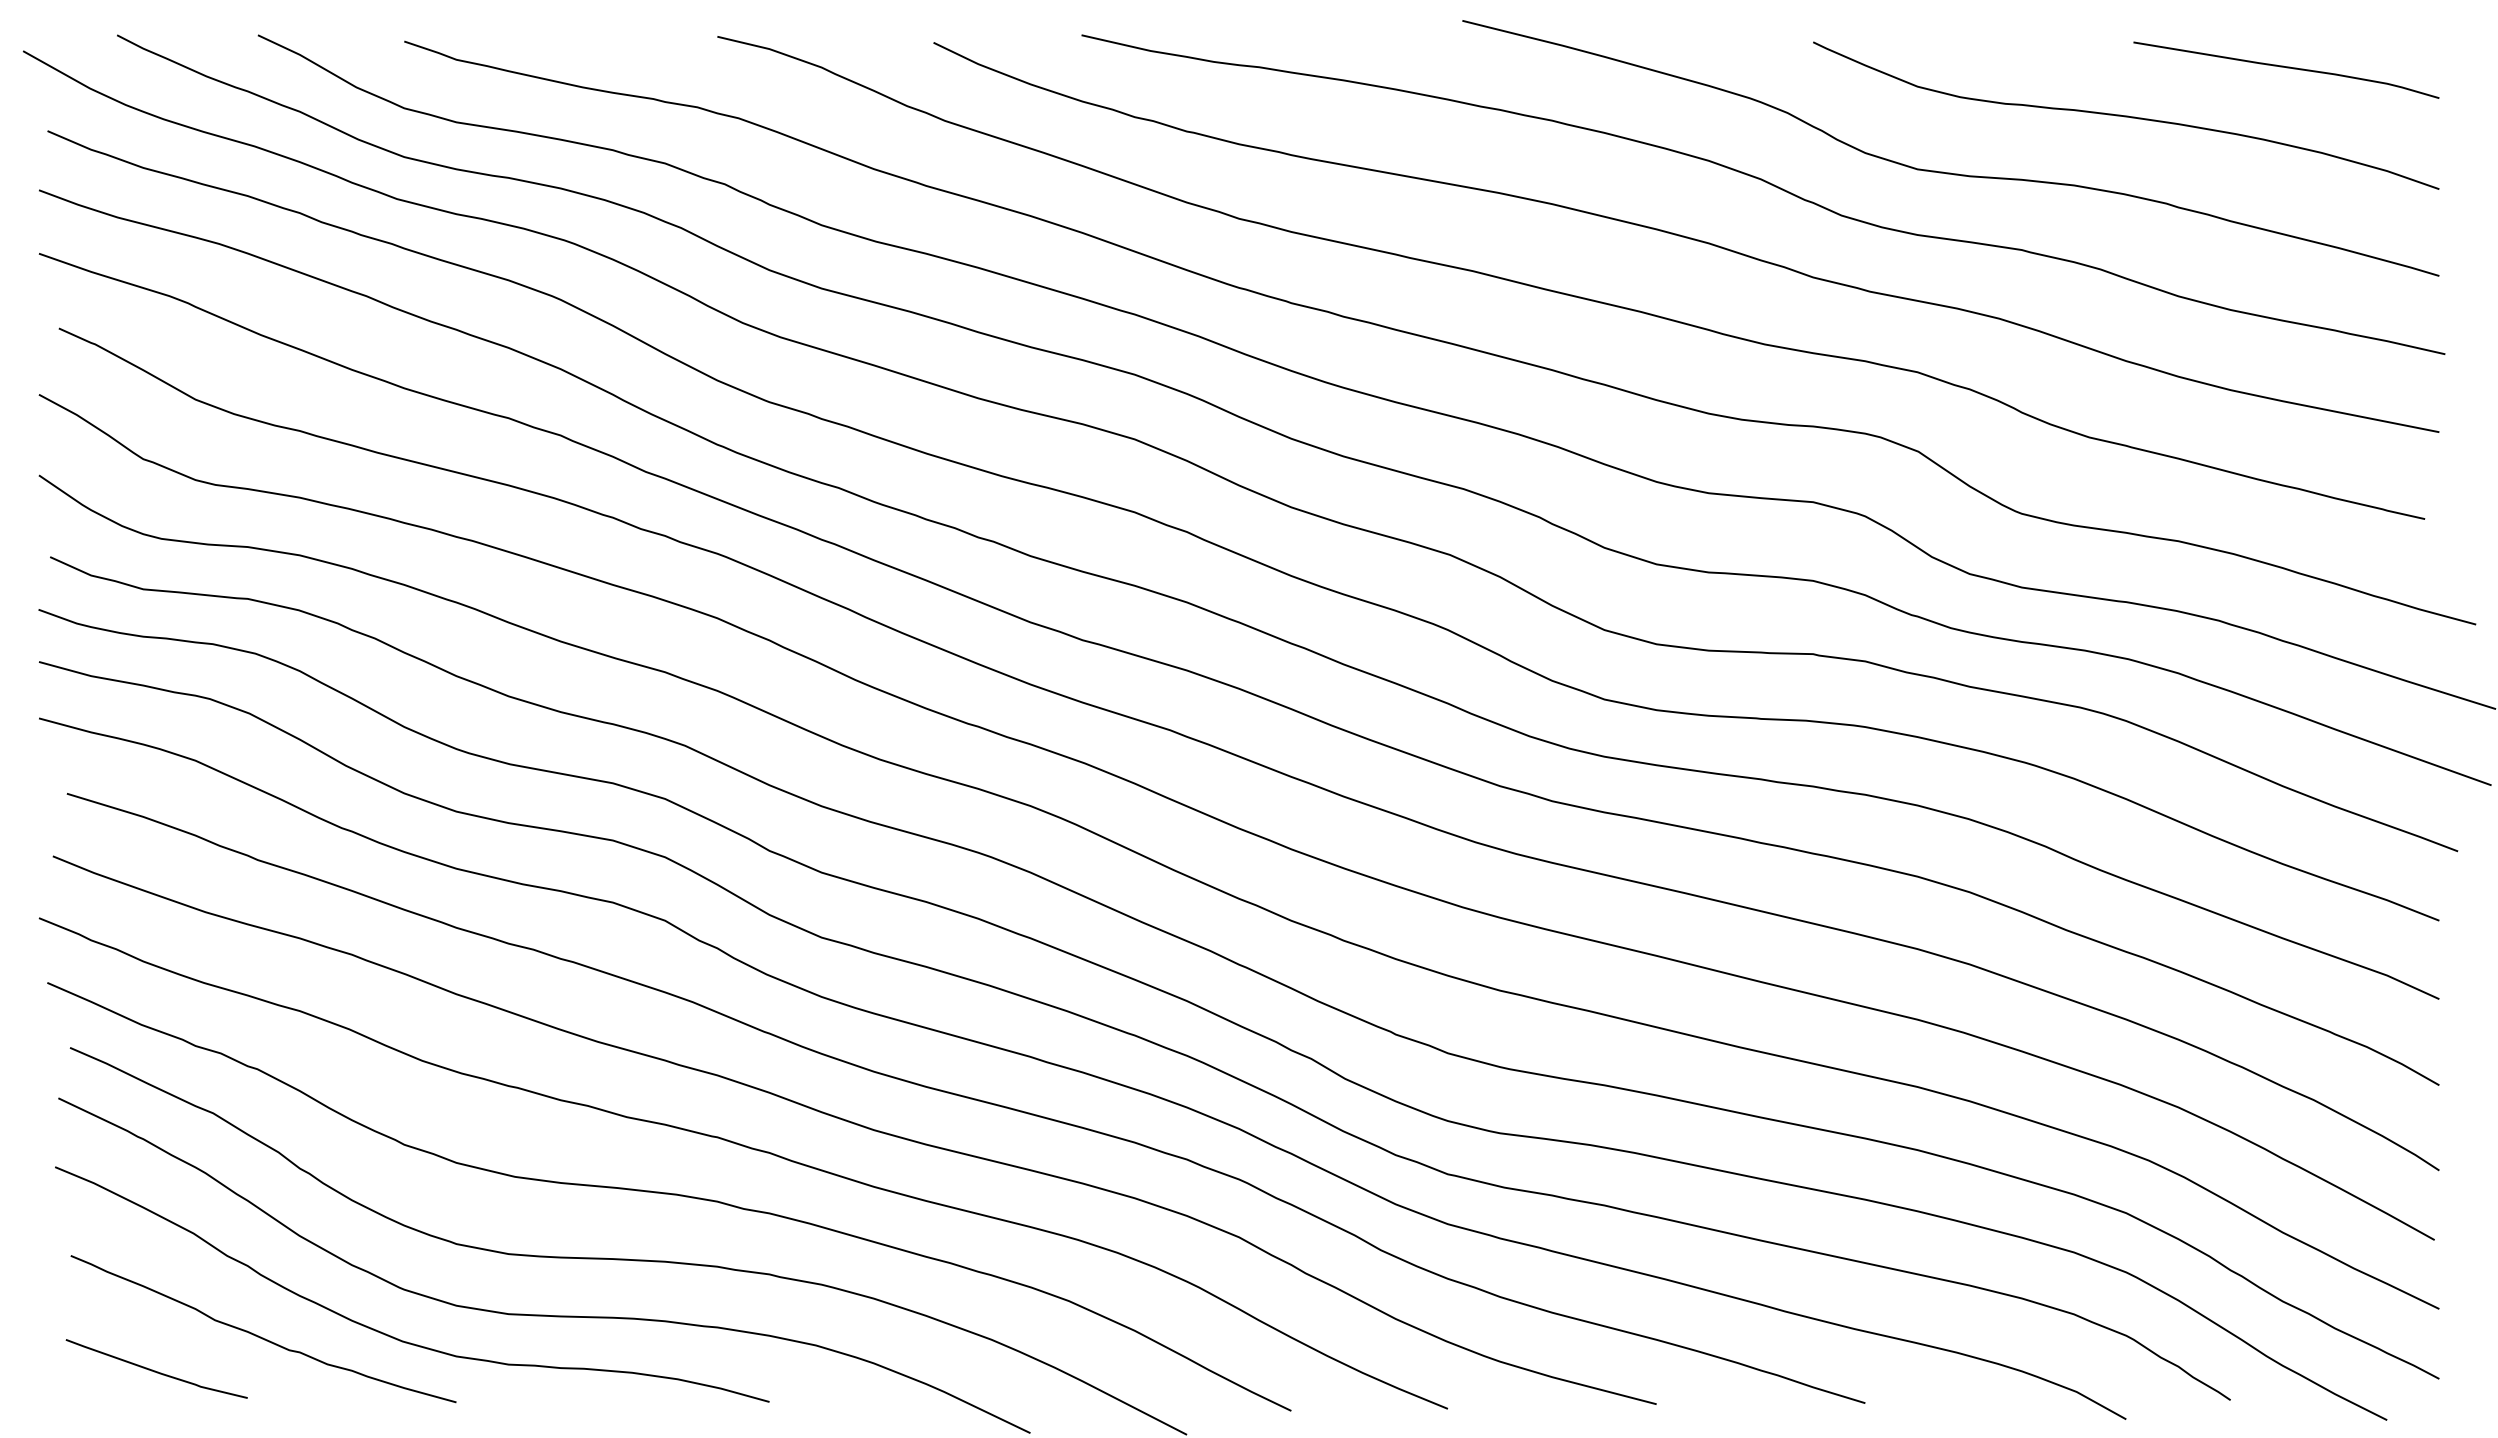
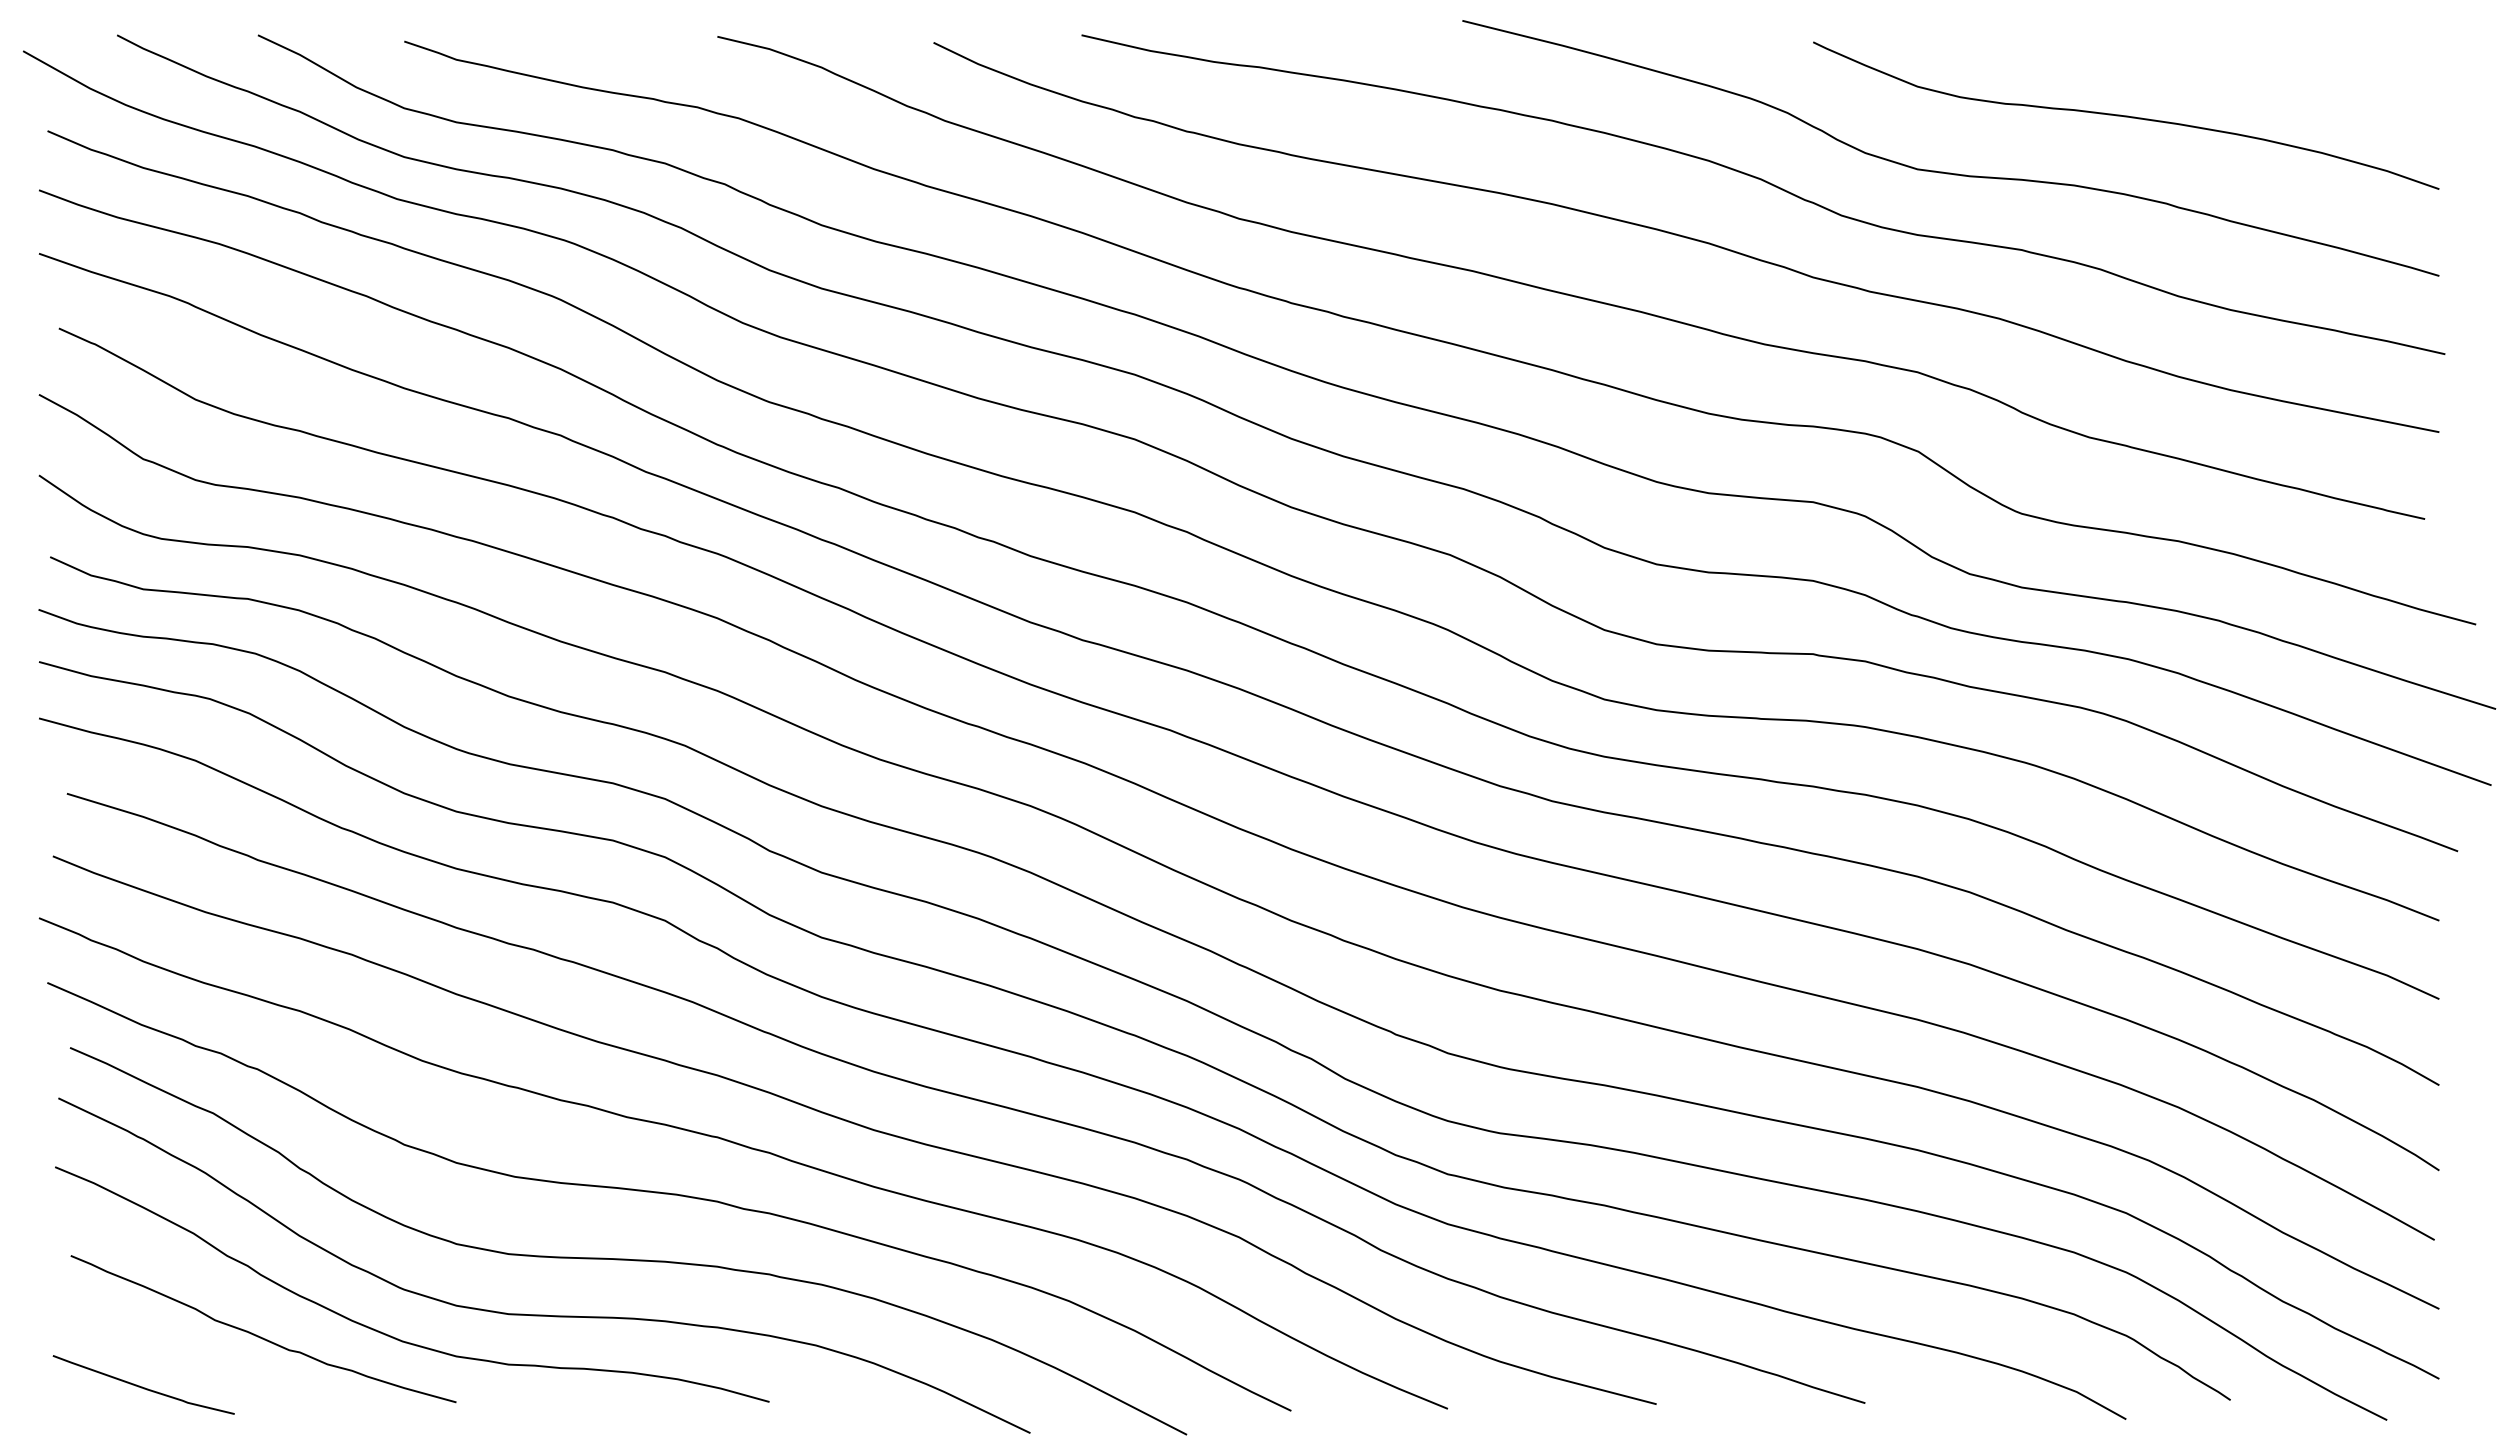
curve at (2286, 68): present -> none
curve at (155, 1370) position: (155, 1370) -> (142, 1386)
